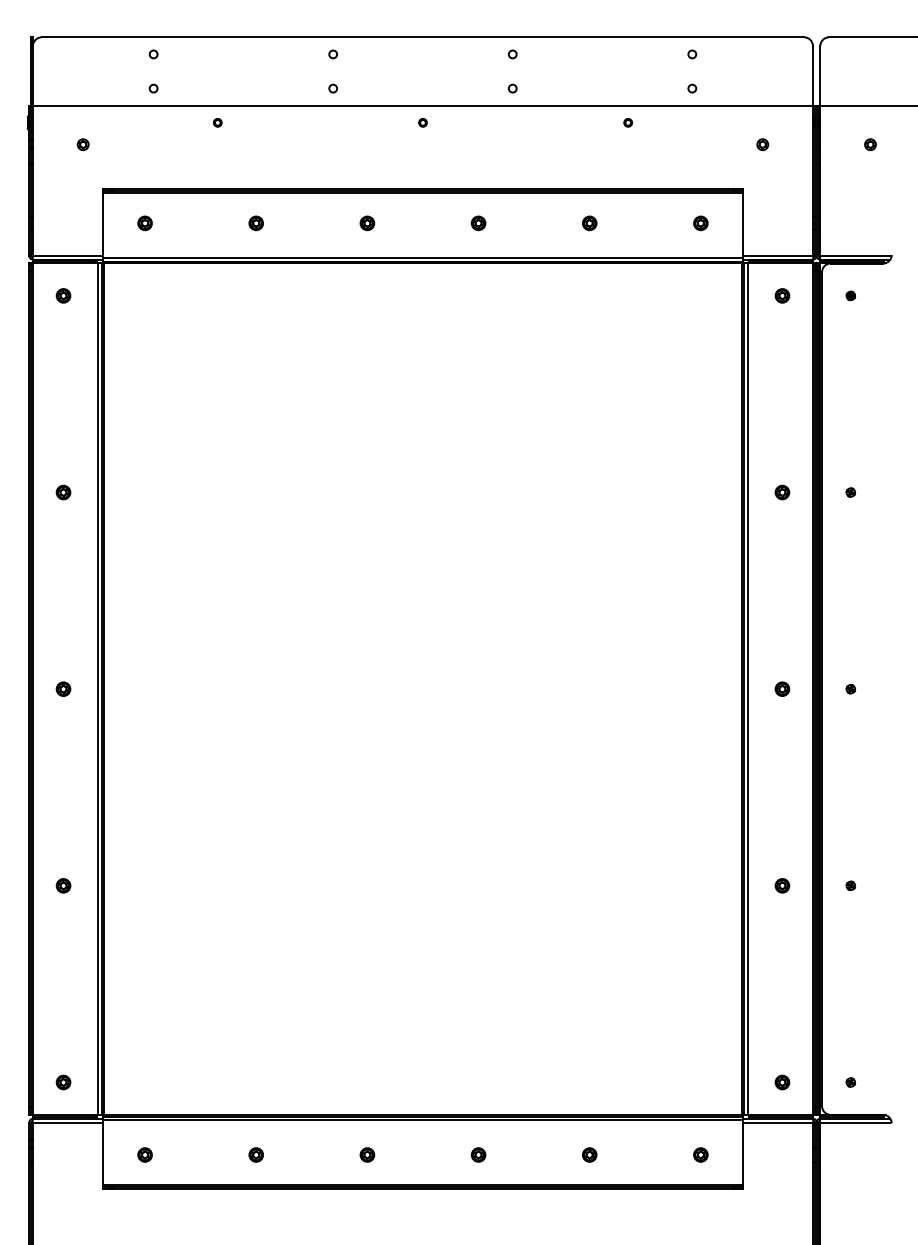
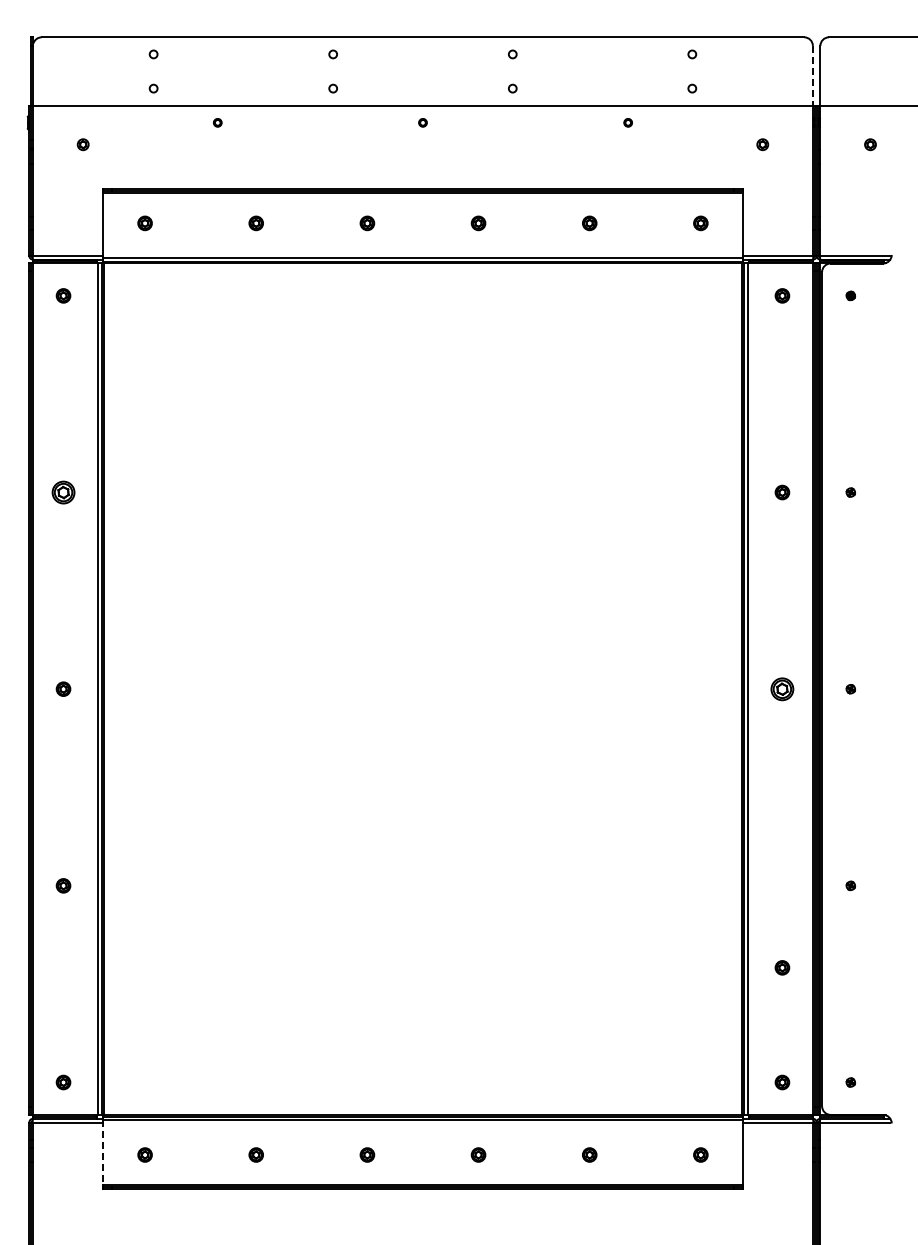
line at (812, 75): solid -> dashed
part at (63, 492) size: 17x17 px -> 25x25 px
part at (782, 688) size: 17x16 px -> 25x25 px
part at (782, 885) position: (782, 885) -> (782, 967)
line at (103, 1153): solid -> dashed
